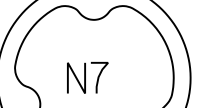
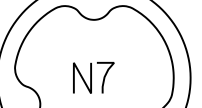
part at (87, 77) position: (87, 77) -> (93, 77)
